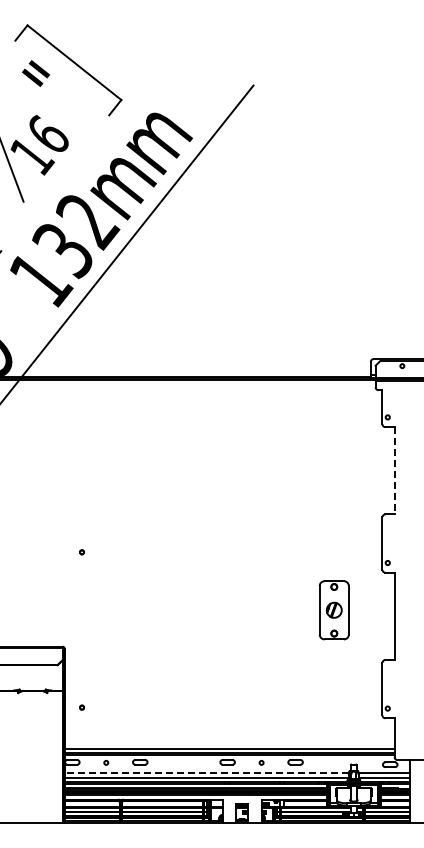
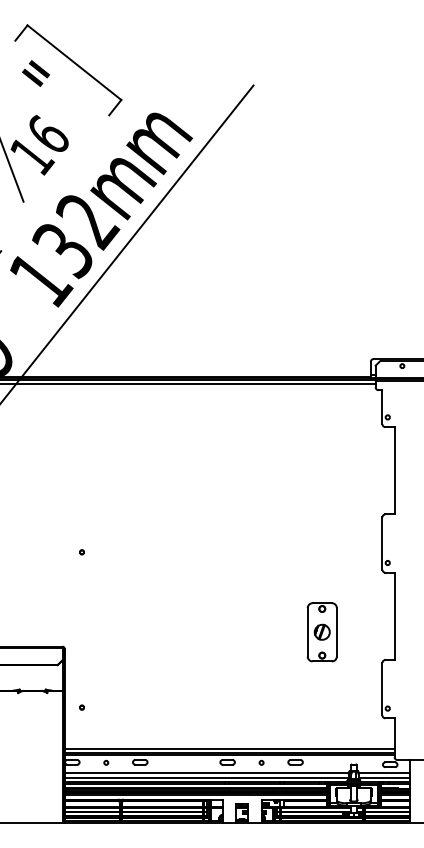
line at (188, 383): none -> present
line at (394, 470): dashed -> solid
part at (333, 610) position: (333, 610) -> (321, 632)
line at (206, 772): dashed -> solid
